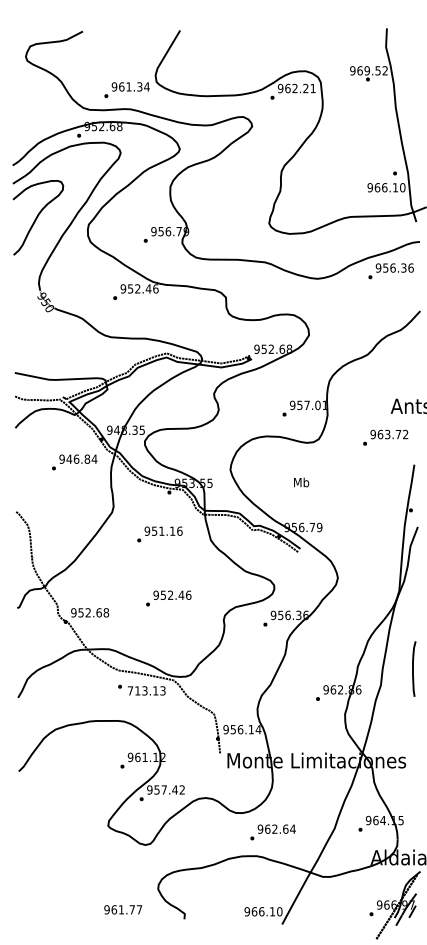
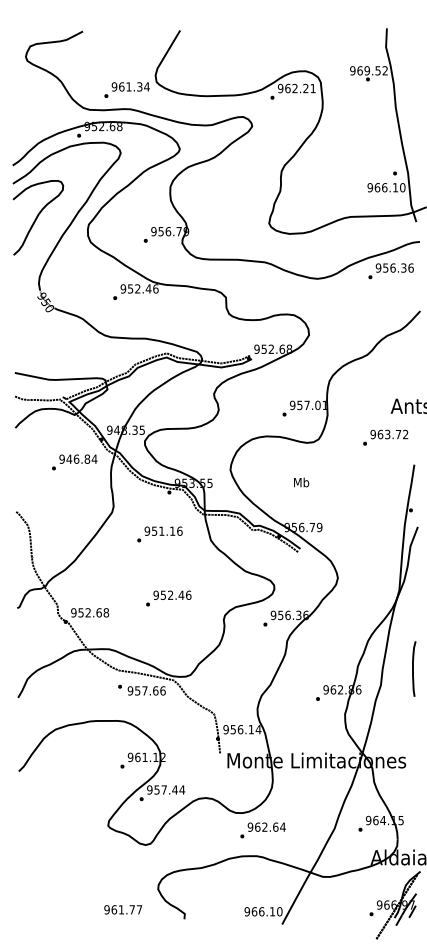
text at (146, 690): 713.13 -> 957.66
text at (182, 789): 957.42 -> 957.44
text at (272, 832) position: (272, 832) -> (262, 830)
